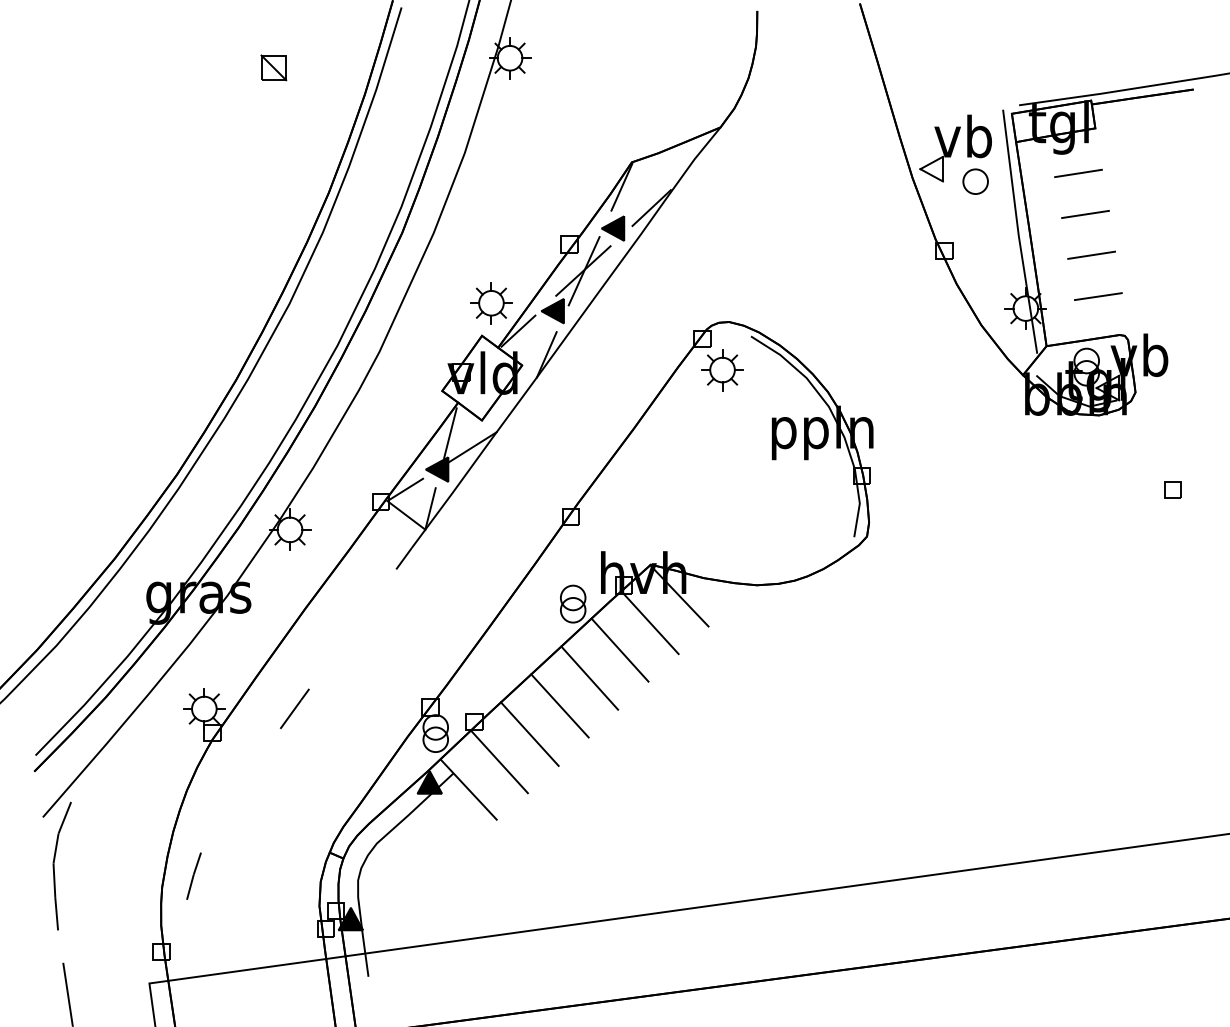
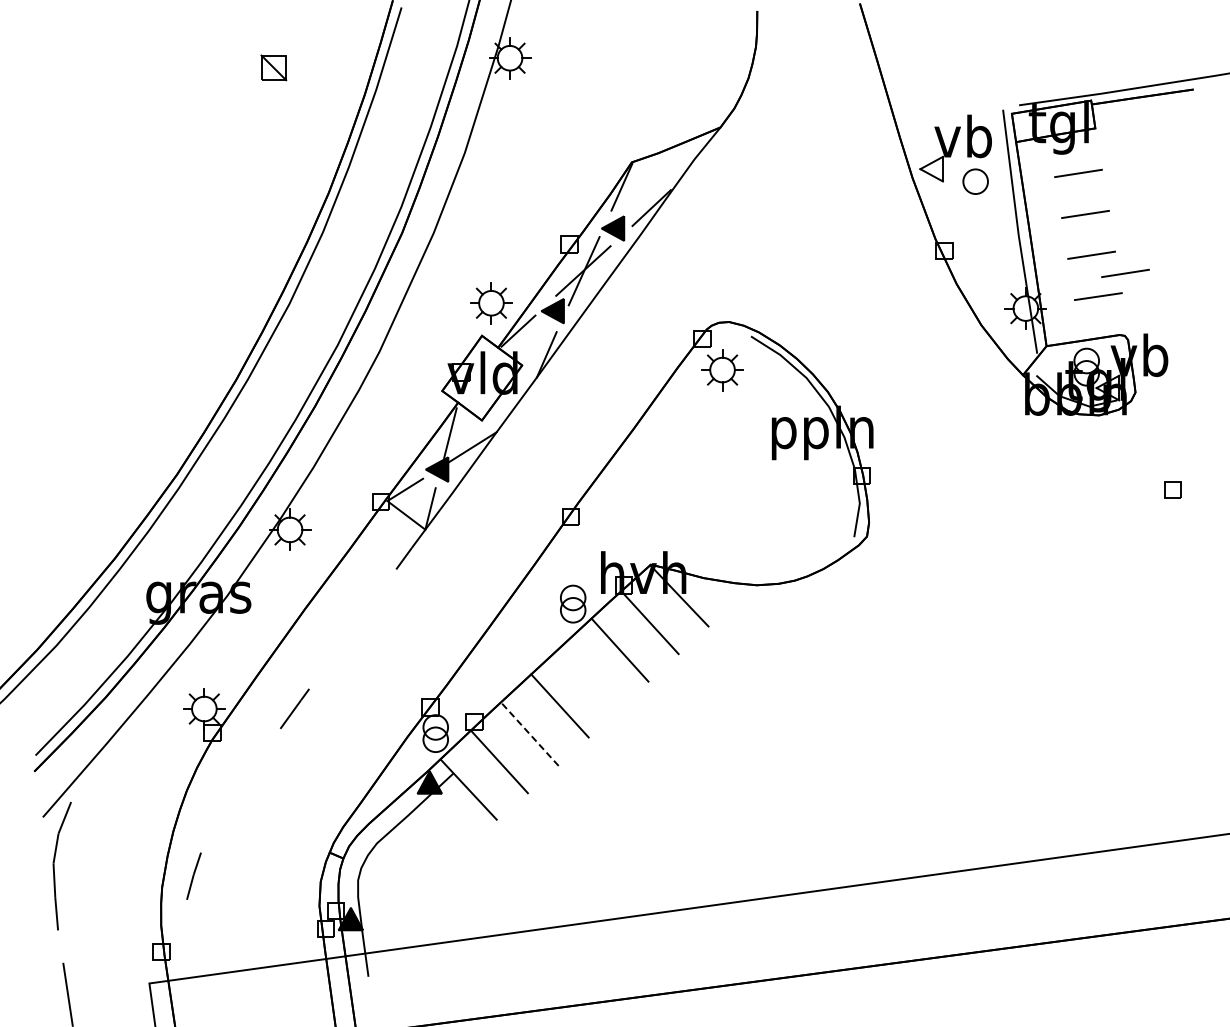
line at (1125, 272): none -> present
line at (589, 677): present -> none
line at (529, 734): solid -> dashed
